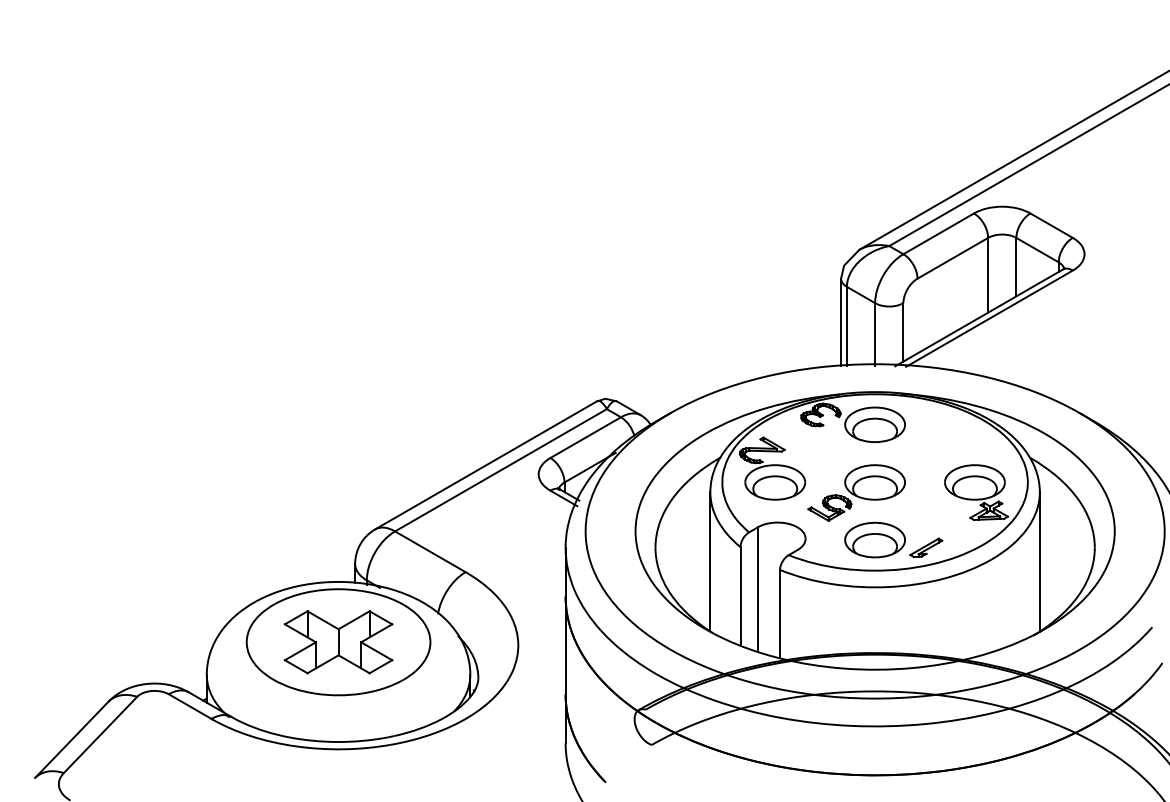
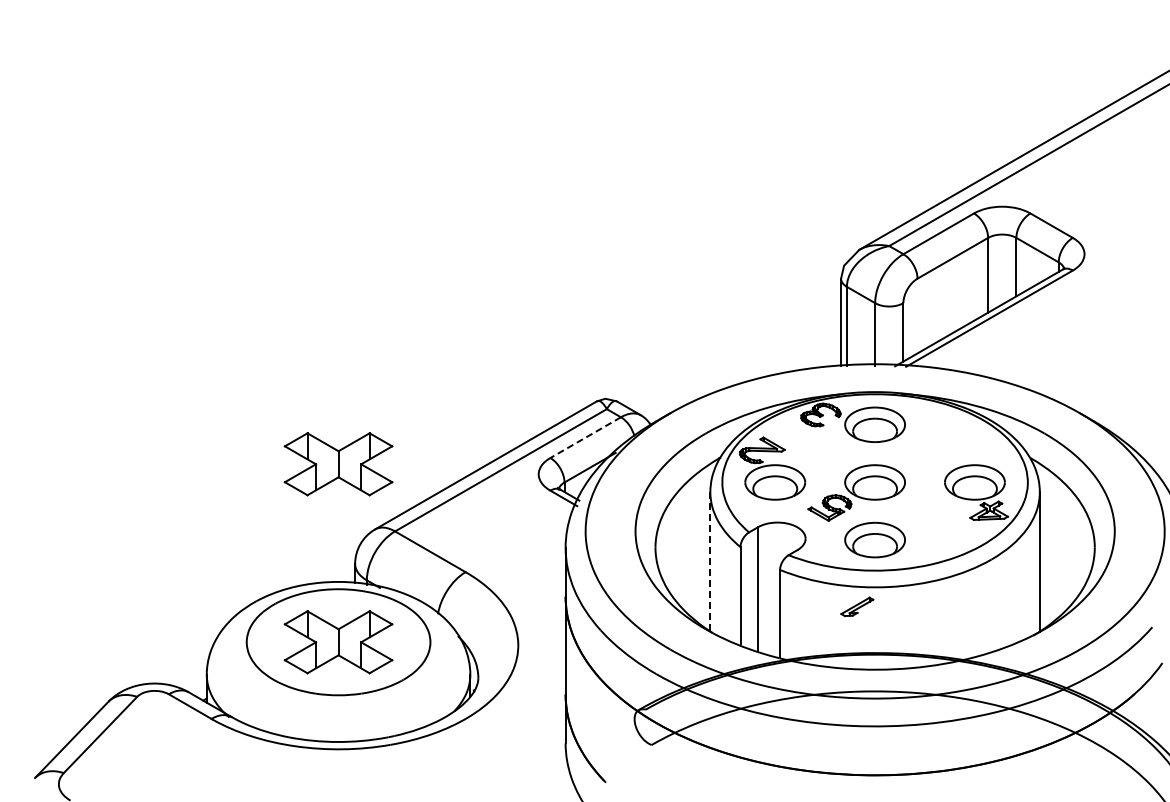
line at (585, 437): solid -> dashed
part at (338, 464): none -> present
part at (926, 547) position: (926, 547) -> (857, 606)
line at (710, 562): solid -> dashed
